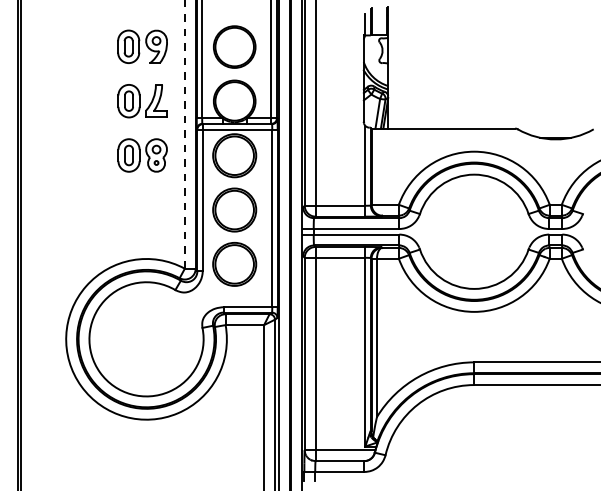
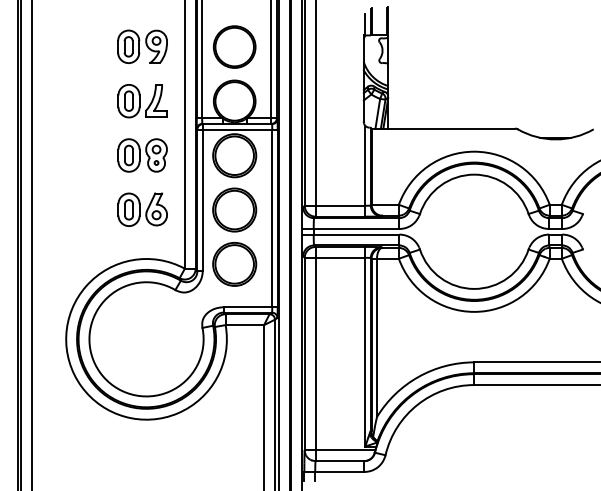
line at (184, 134): dashed -> solid
part at (142, 209): none -> present
line at (31, 244): none -> present
